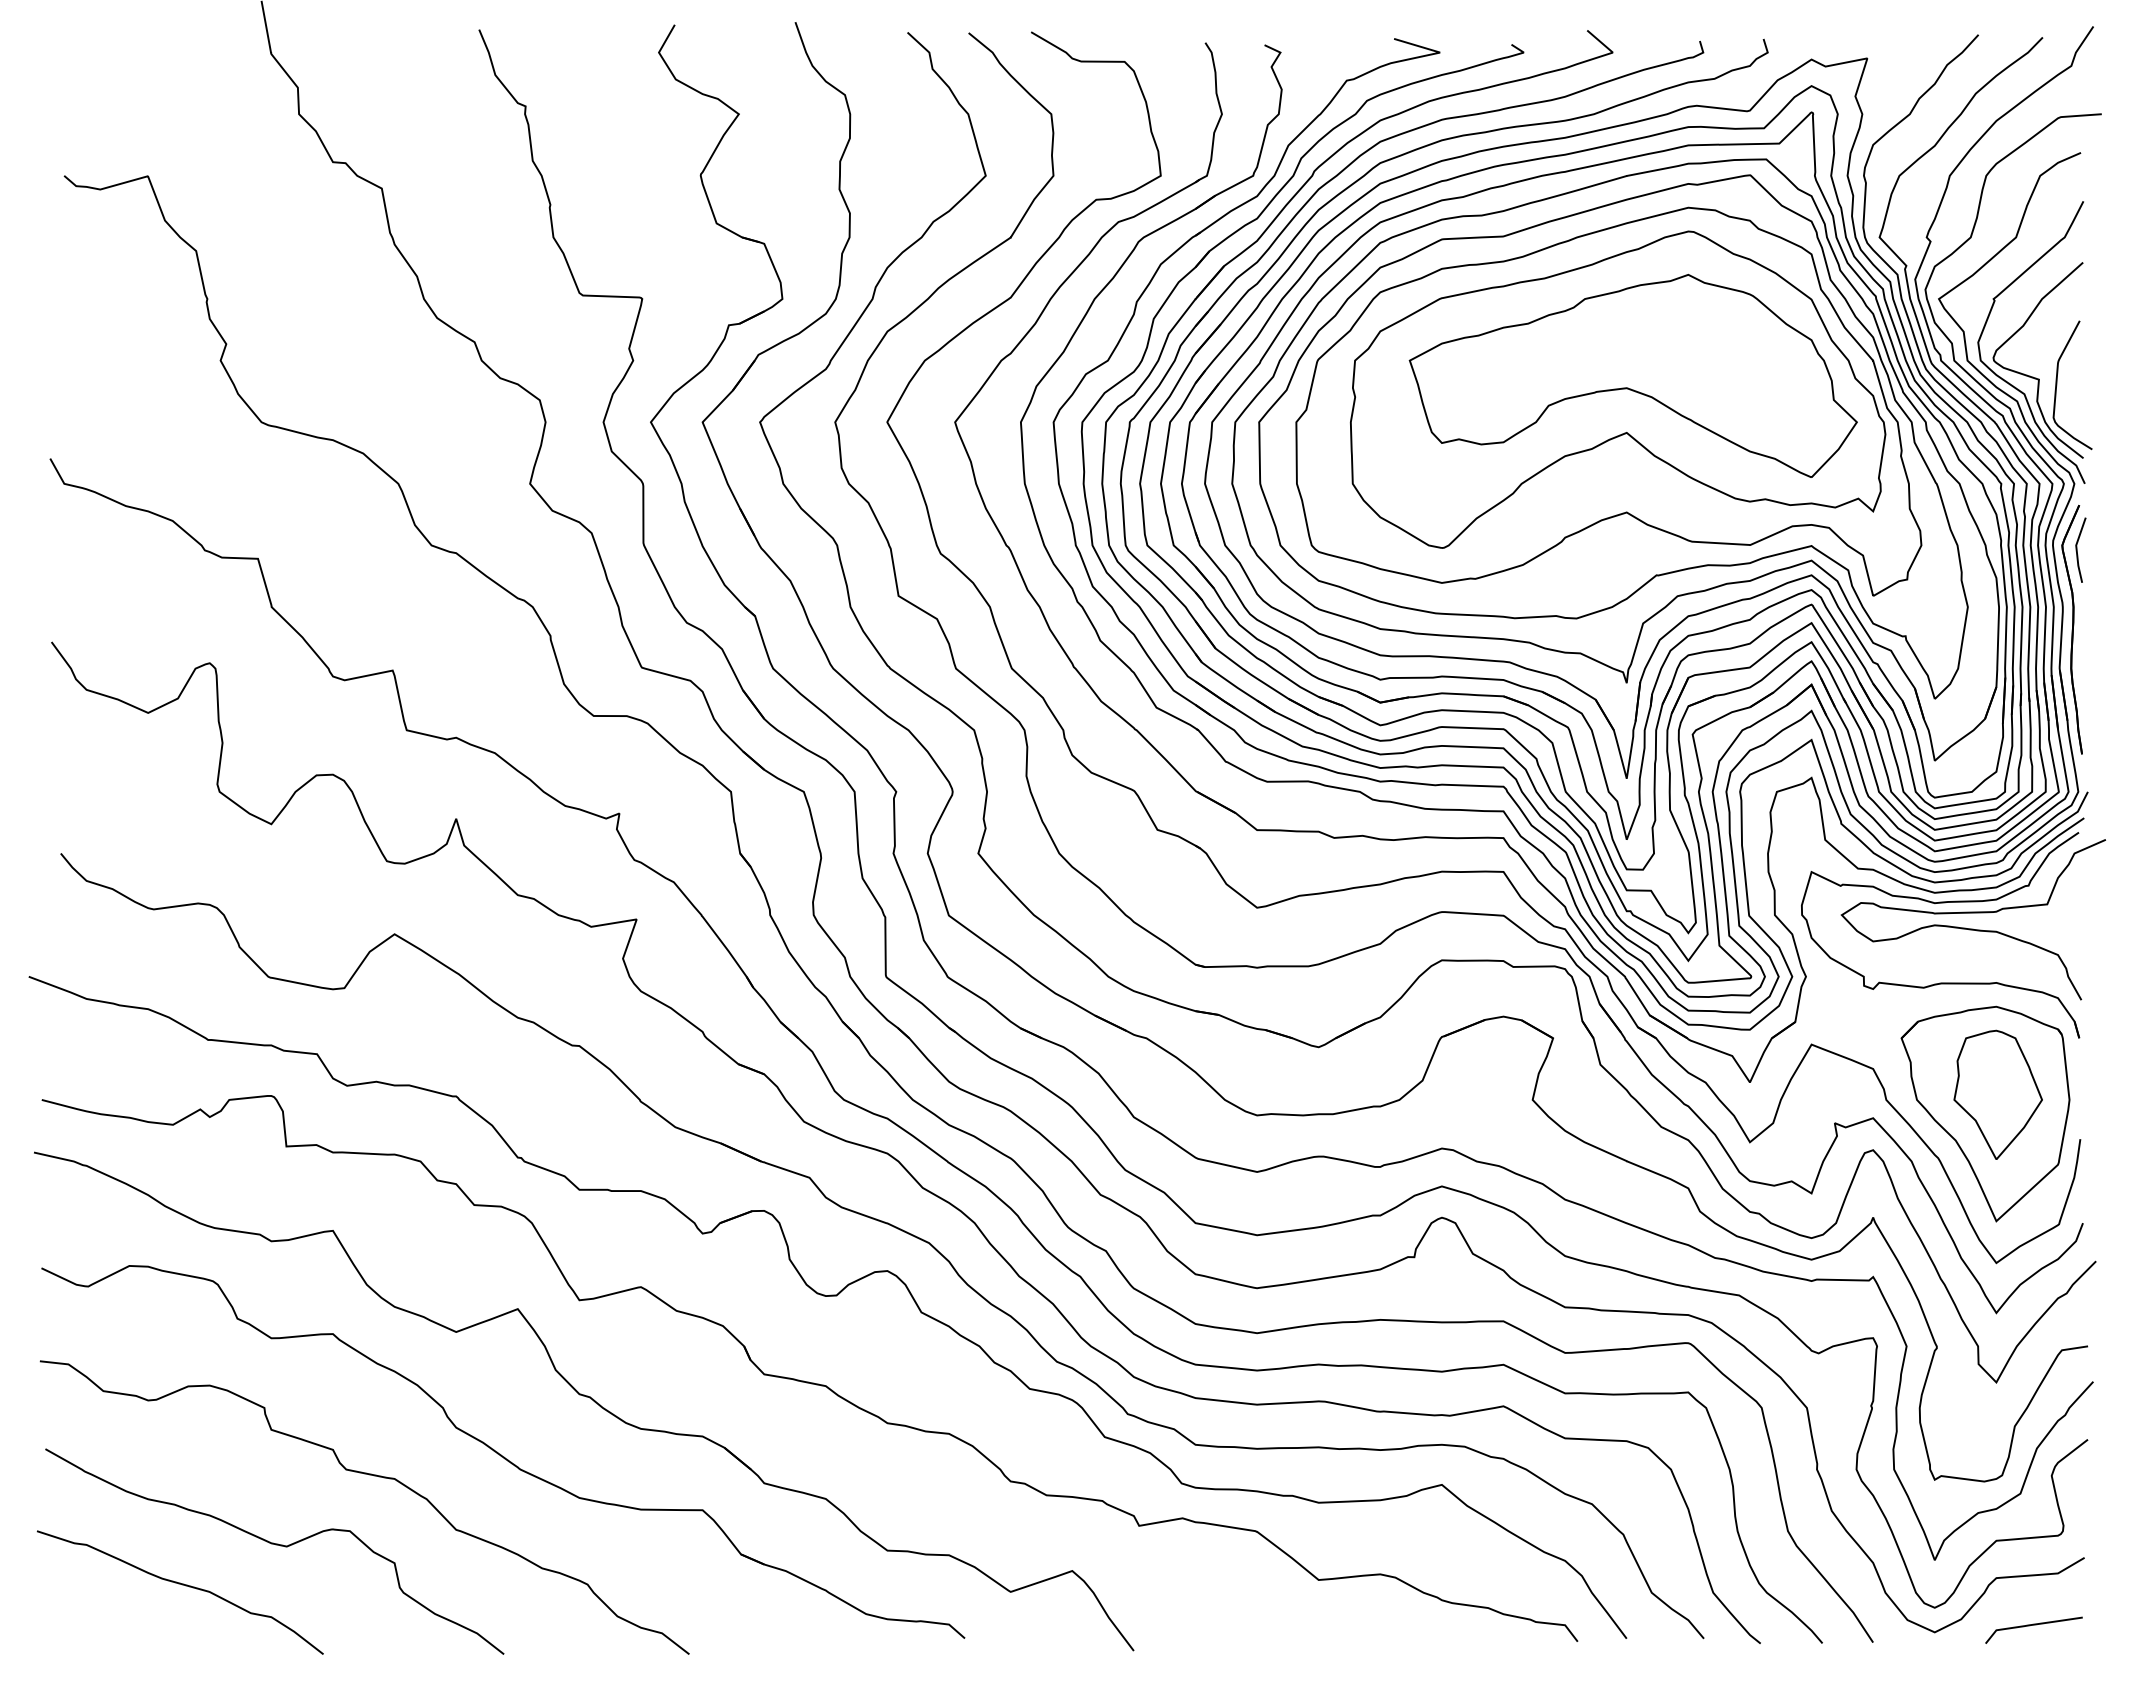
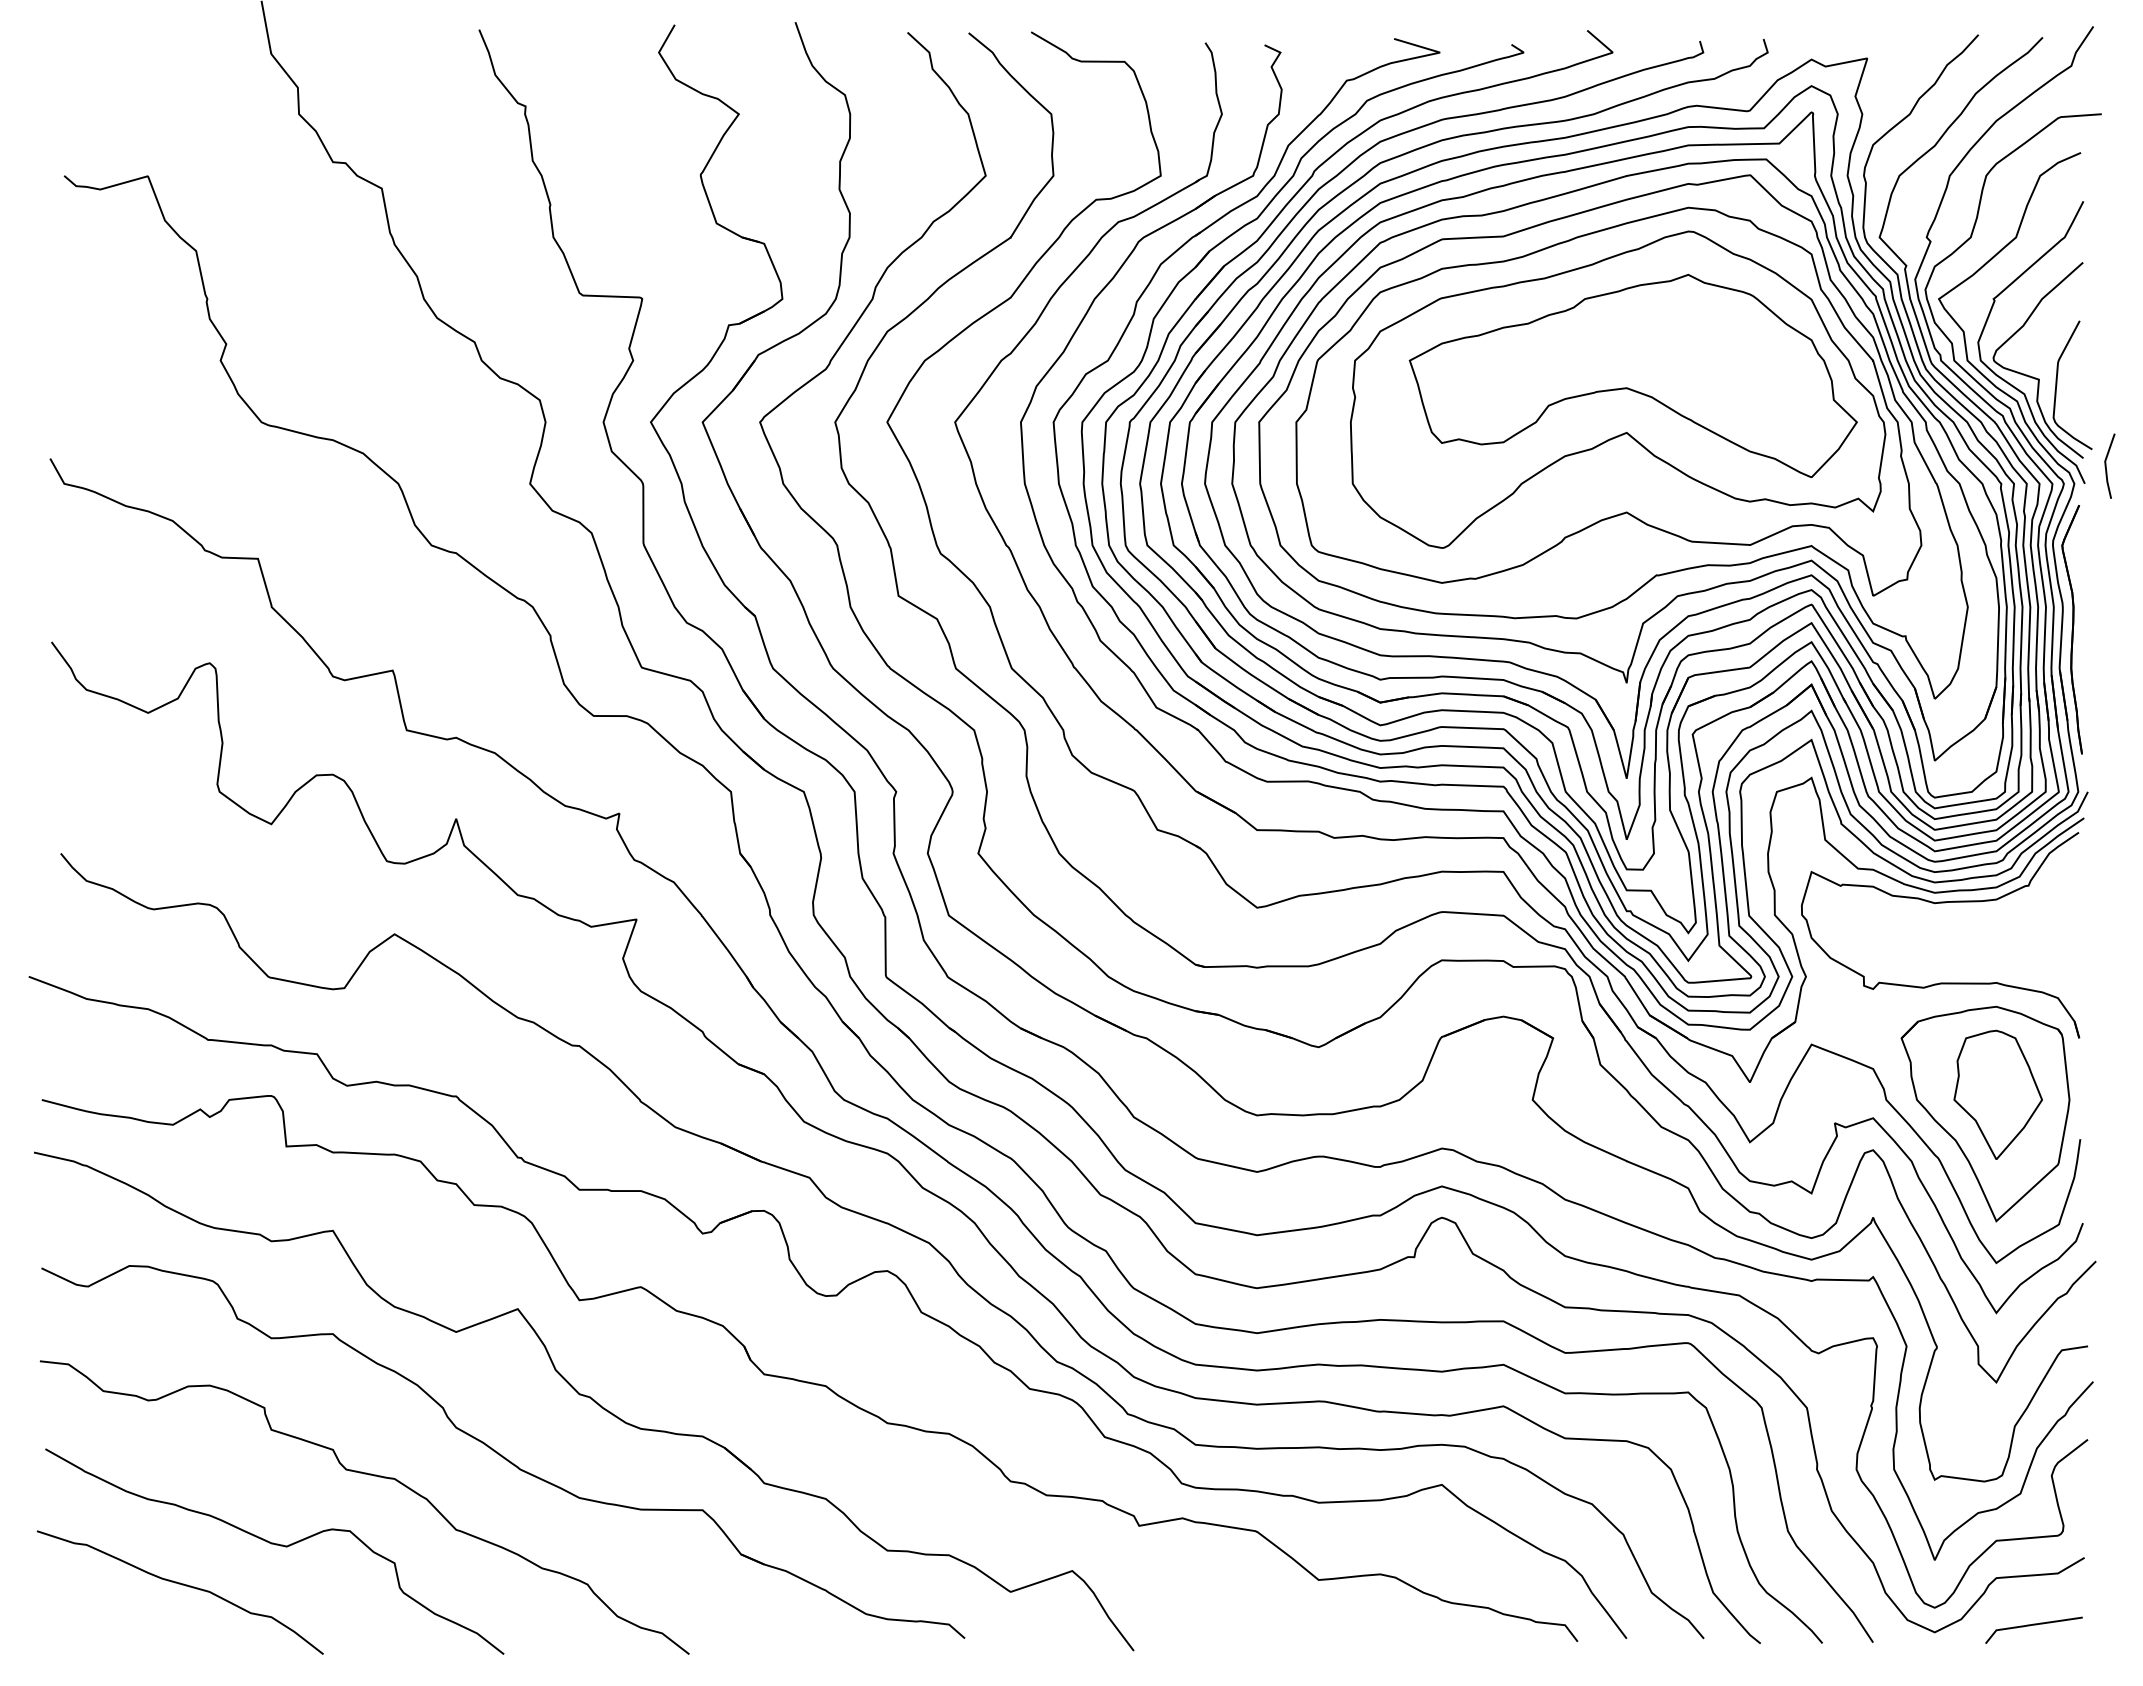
line at (2077, 549) position: (2077, 549) -> (2106, 465)
curve at (1972, 913): present -> none
